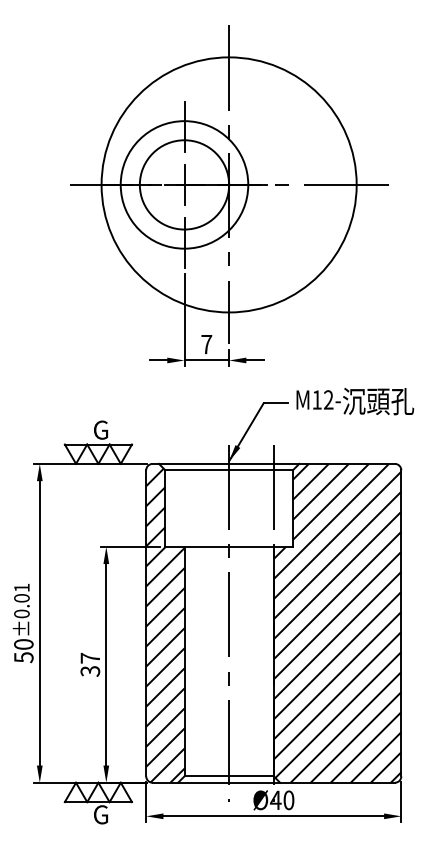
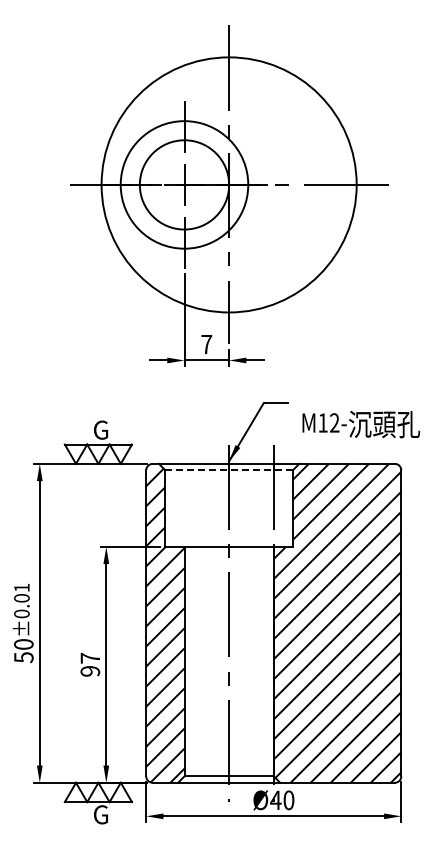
text at (355, 401) position: (355, 401) -> (361, 424)
line at (229, 470): solid -> dashed
text at (90, 671): 37 -> 97
